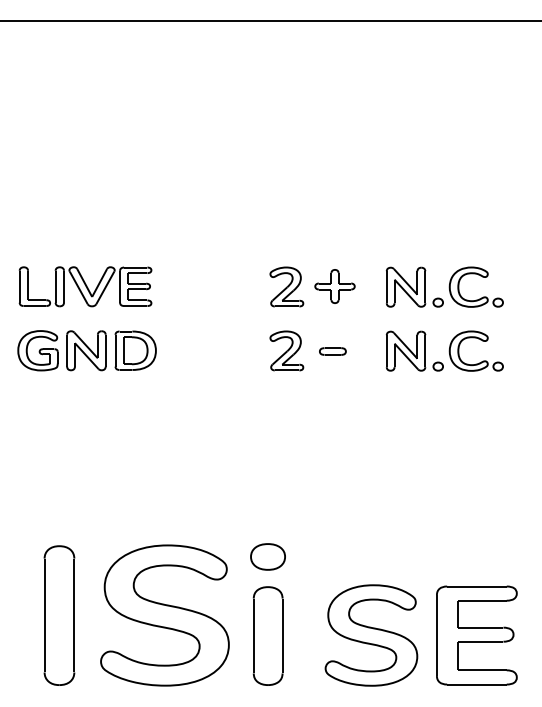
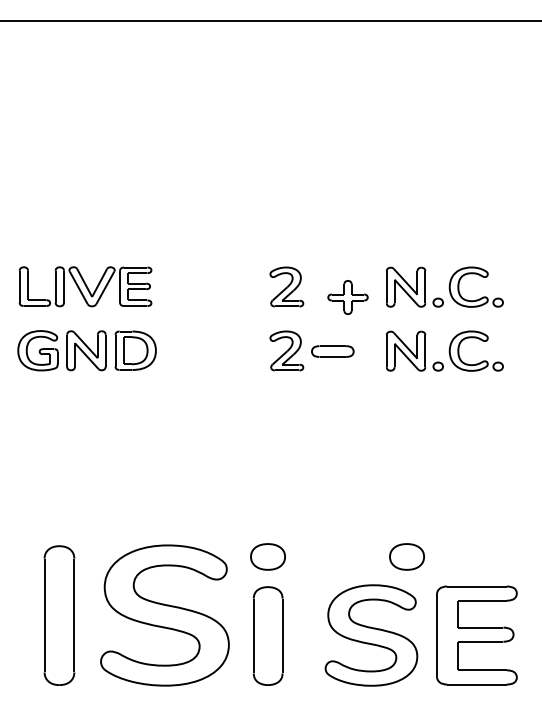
part at (334, 286) position: (334, 286) -> (347, 297)
part at (332, 351) size: 28x9 px -> 44x13 px
part at (406, 556): none -> present
